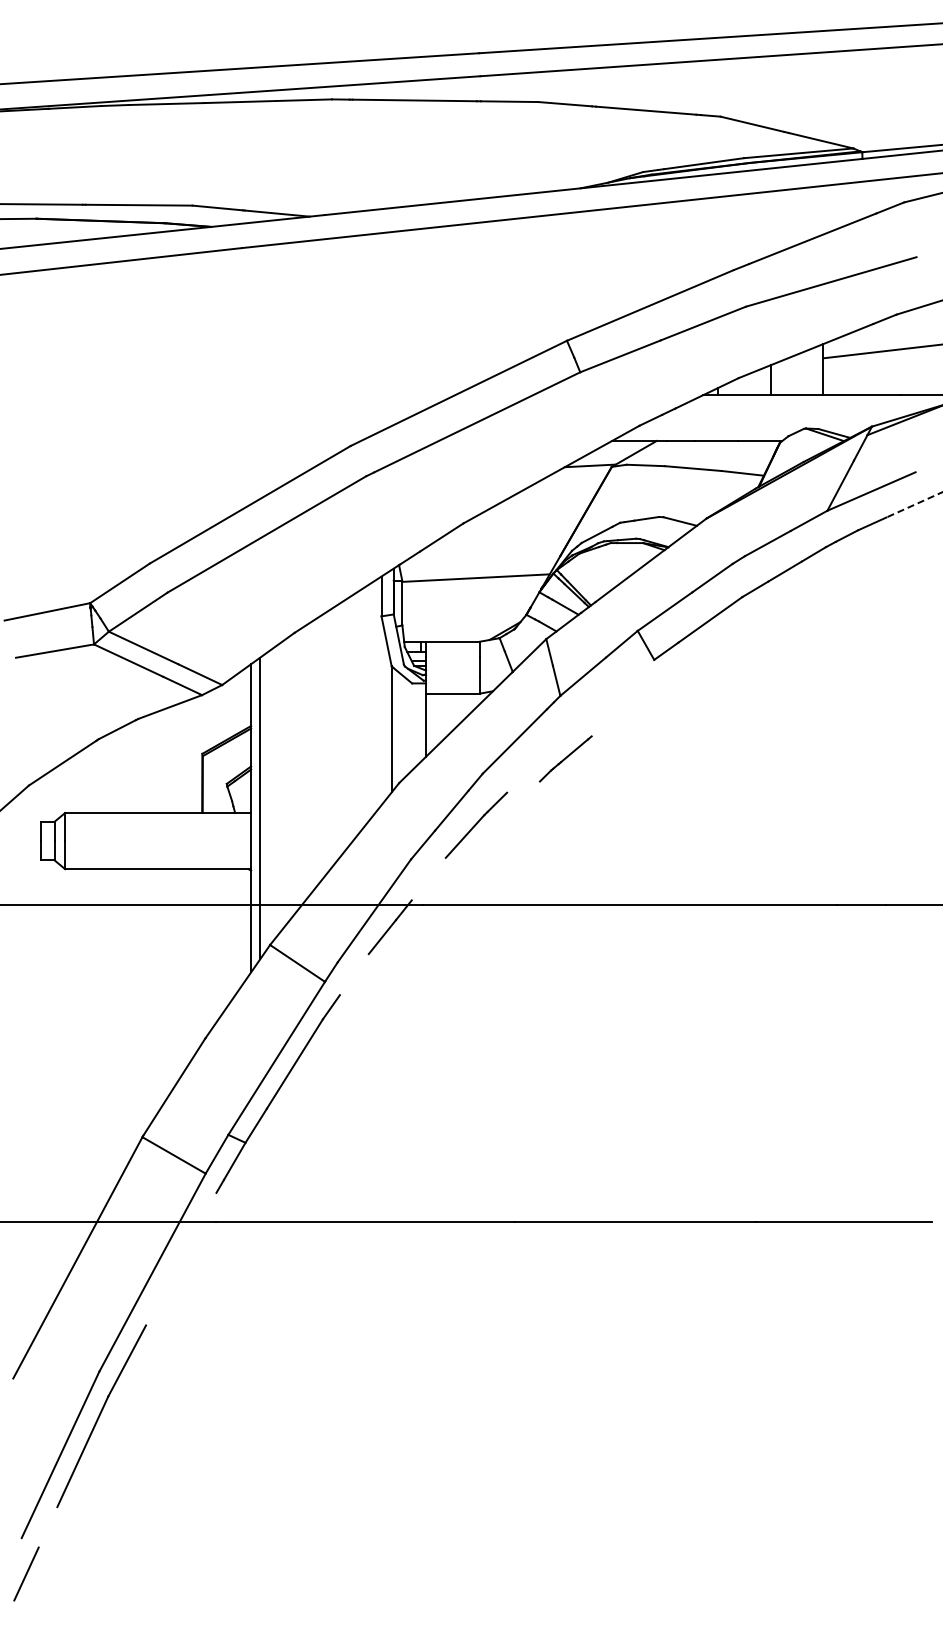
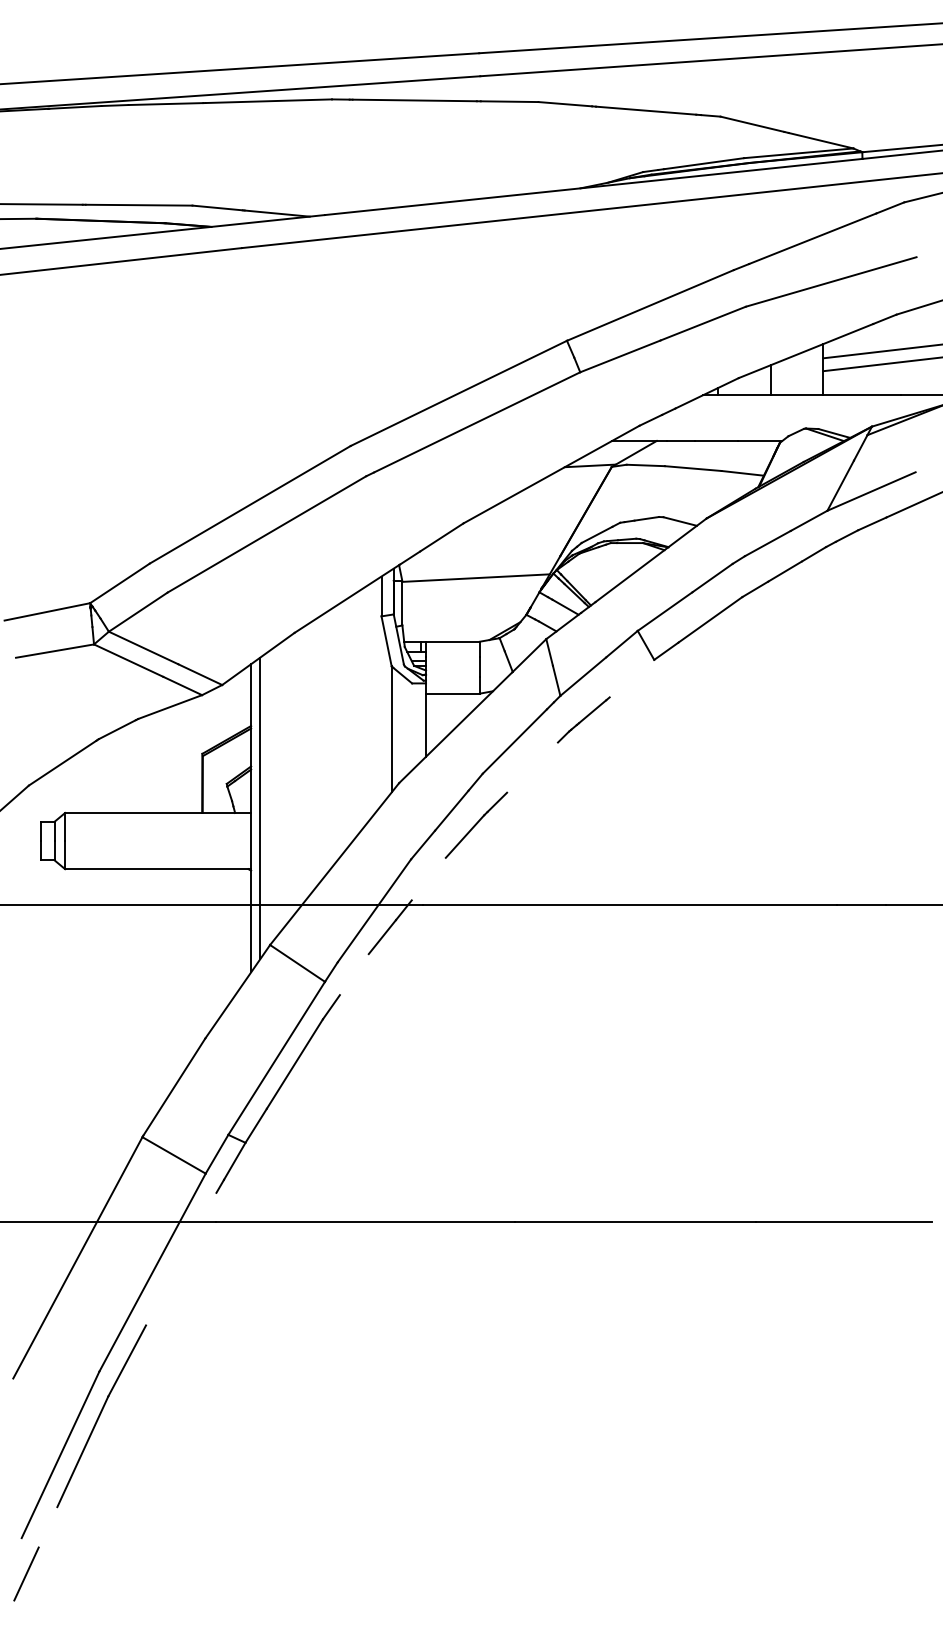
line at (881, 364): none -> present
line at (914, 504): dashed -> solid
line at (565, 758) position: (565, 758) -> (583, 719)
